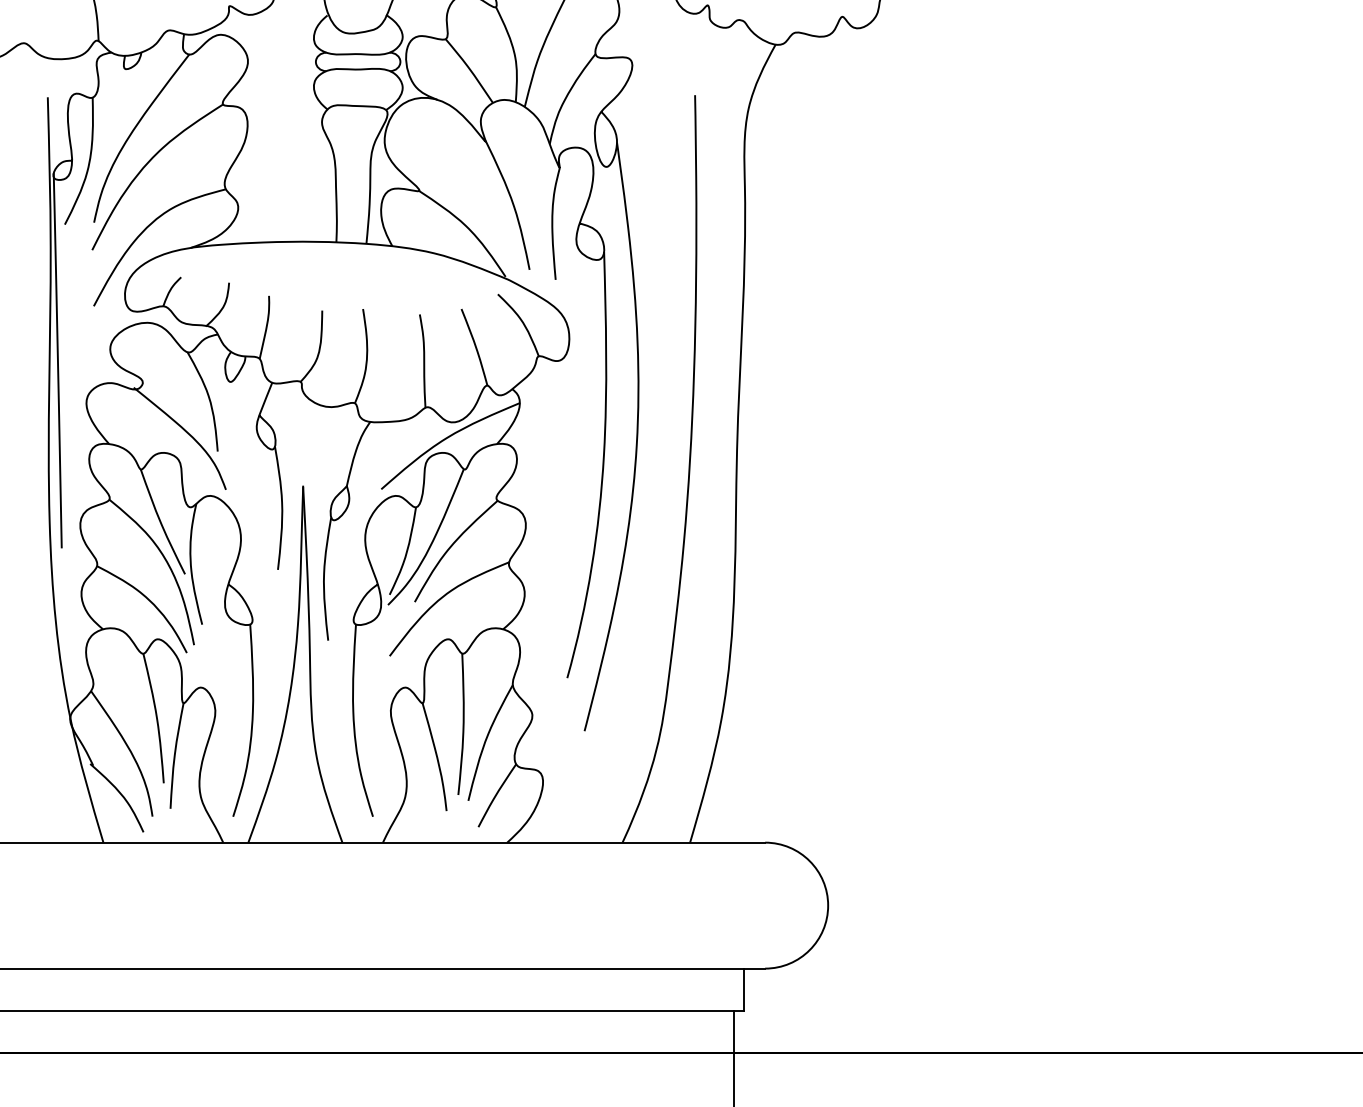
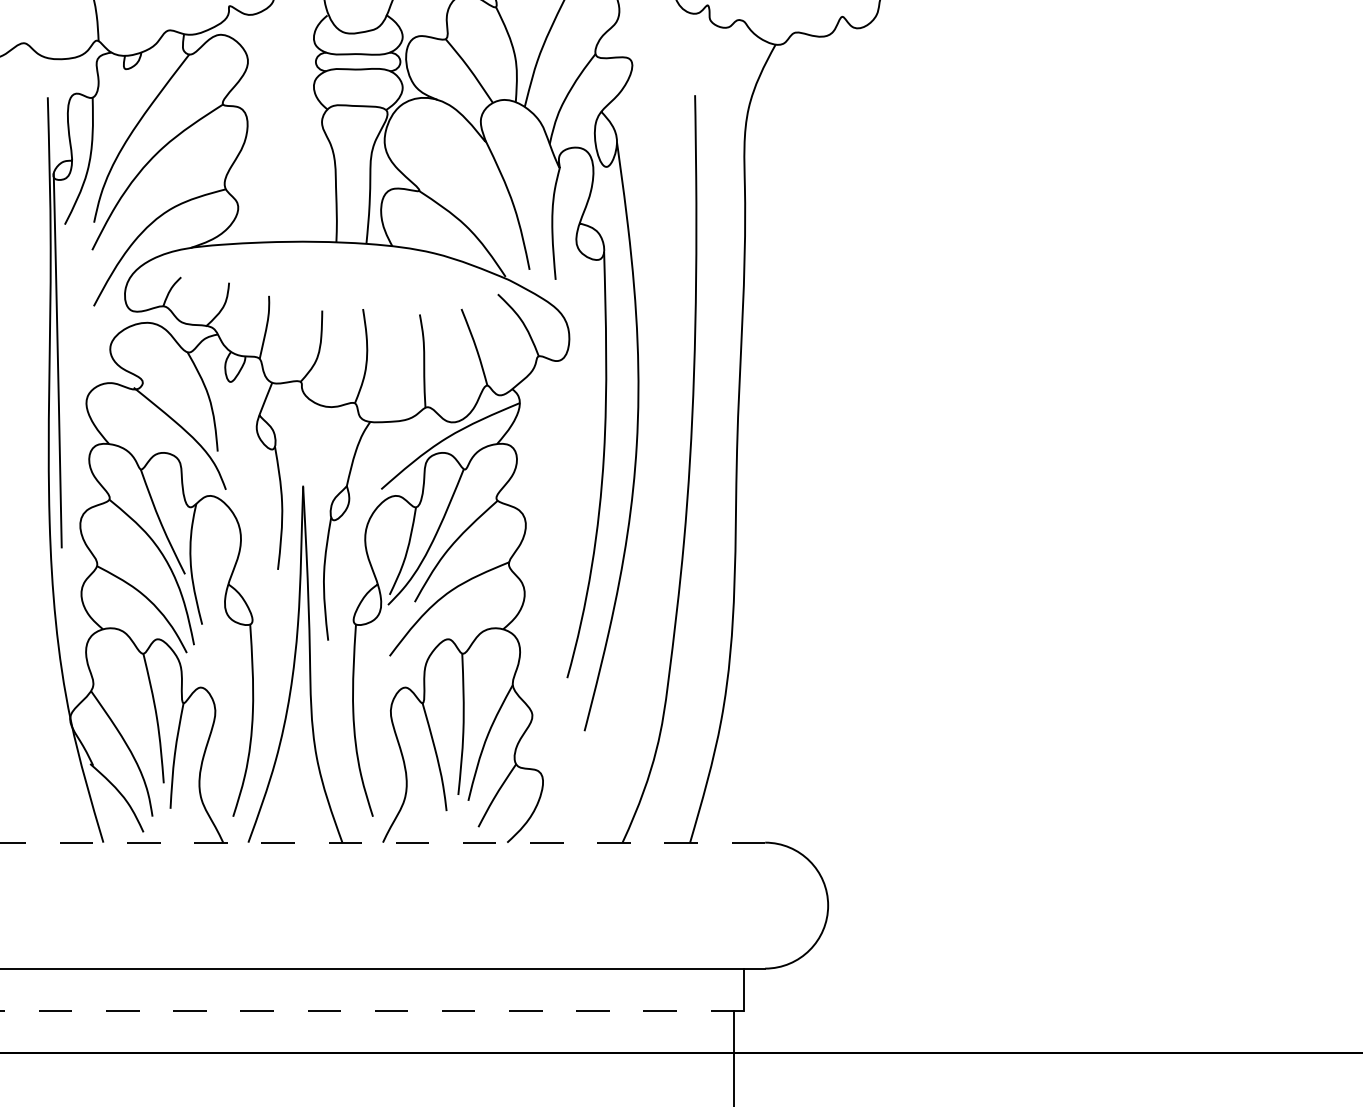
line at (382, 842): solid -> dashed
line at (372, 1010): solid -> dashed
